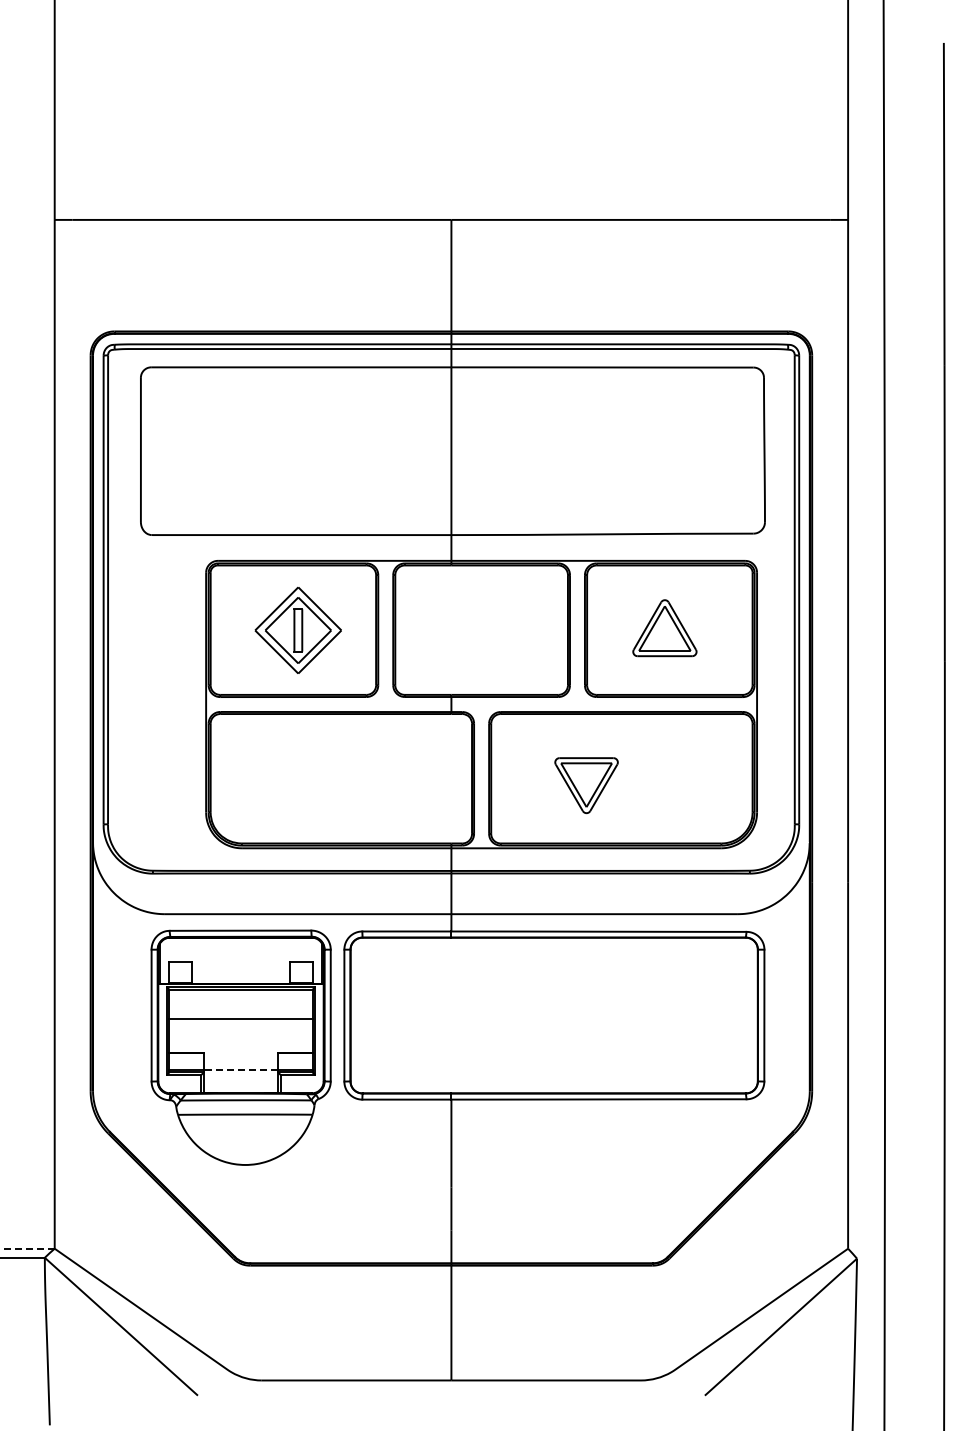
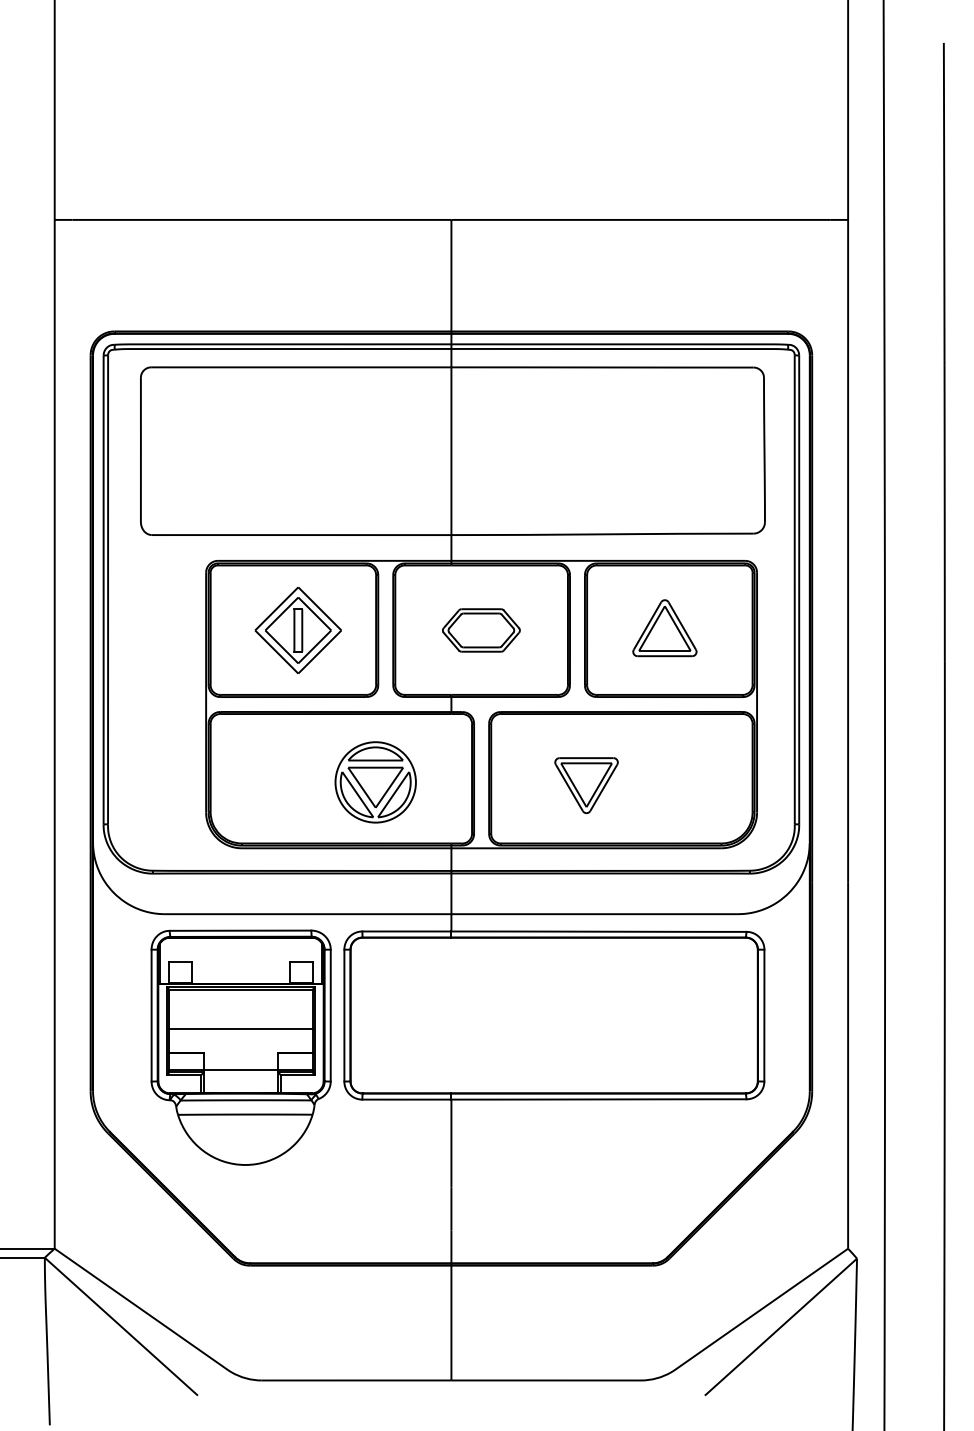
part at (481, 630): none -> present
part at (375, 782): none -> present
line at (240, 1019) position: (240, 1019) -> (240, 1029)
line at (240, 1070): dashed -> solid
line at (27, 1248): dashed -> solid
